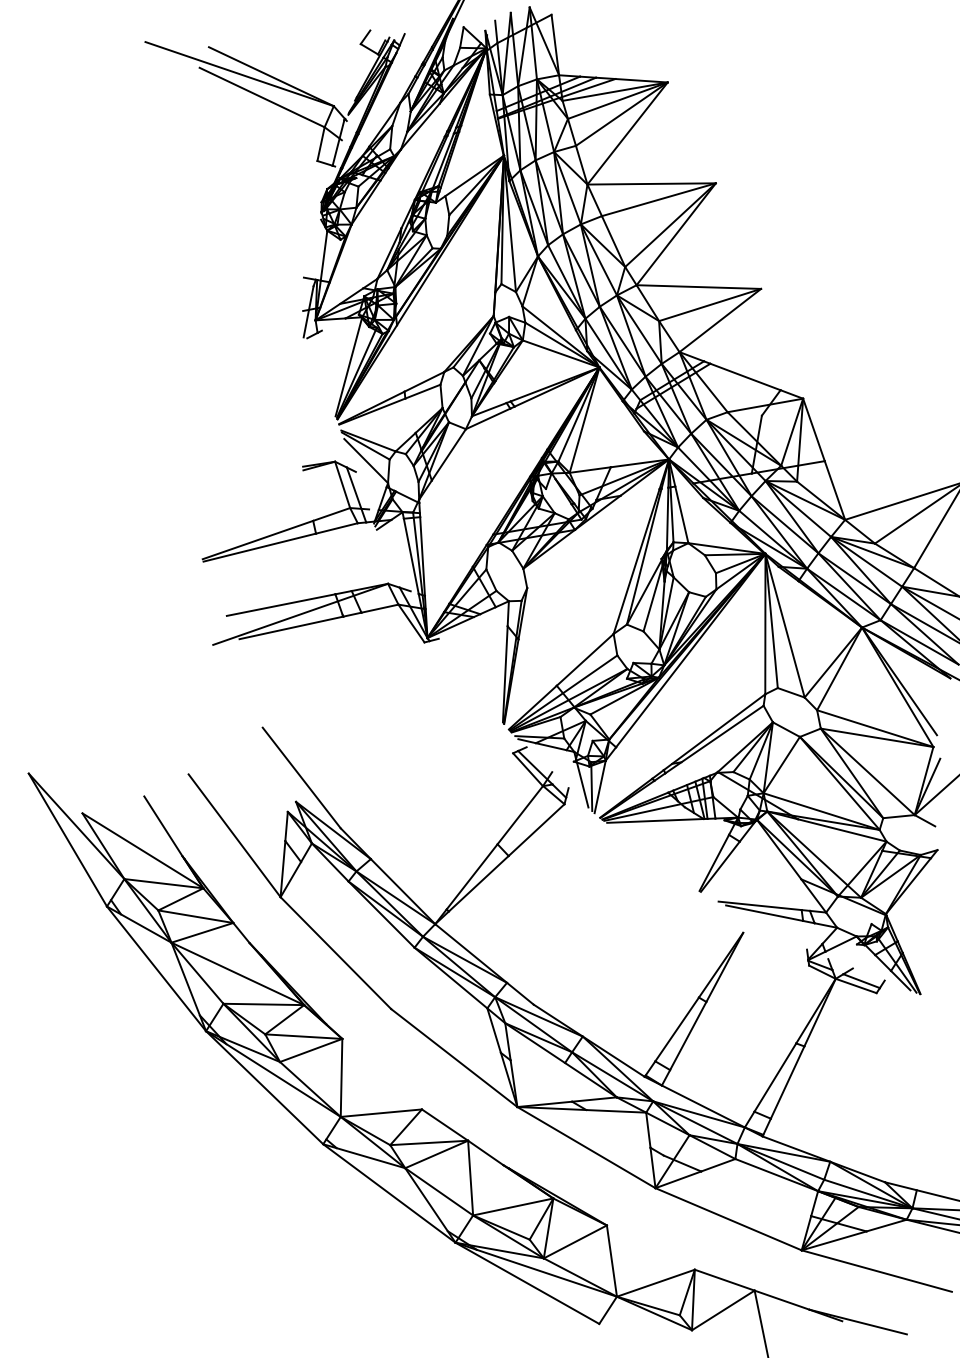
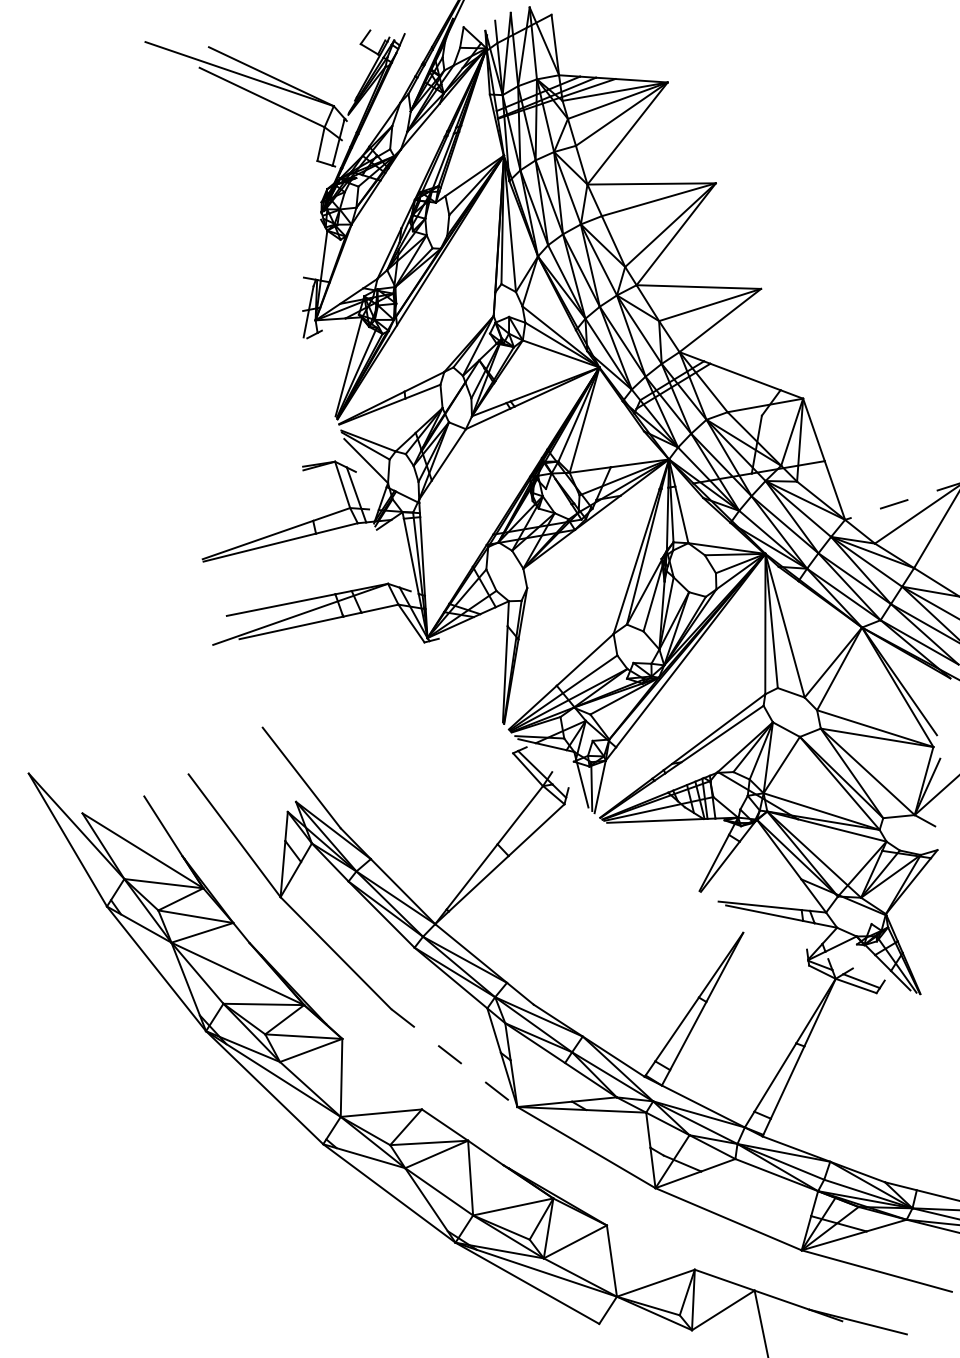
line at (902, 501): solid -> dashed
line at (454, 1058): solid -> dashed
